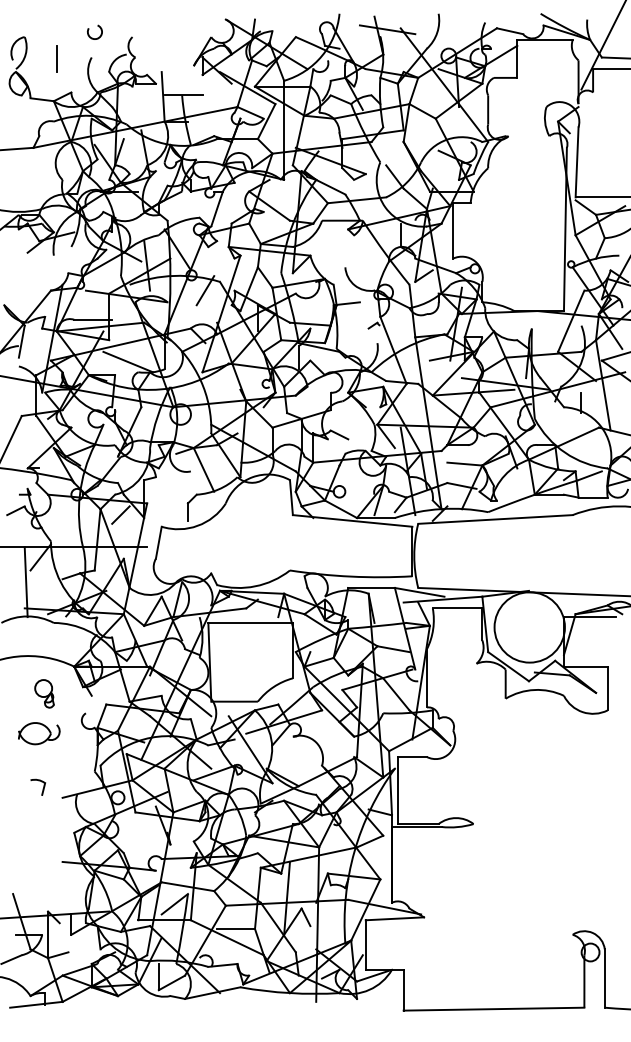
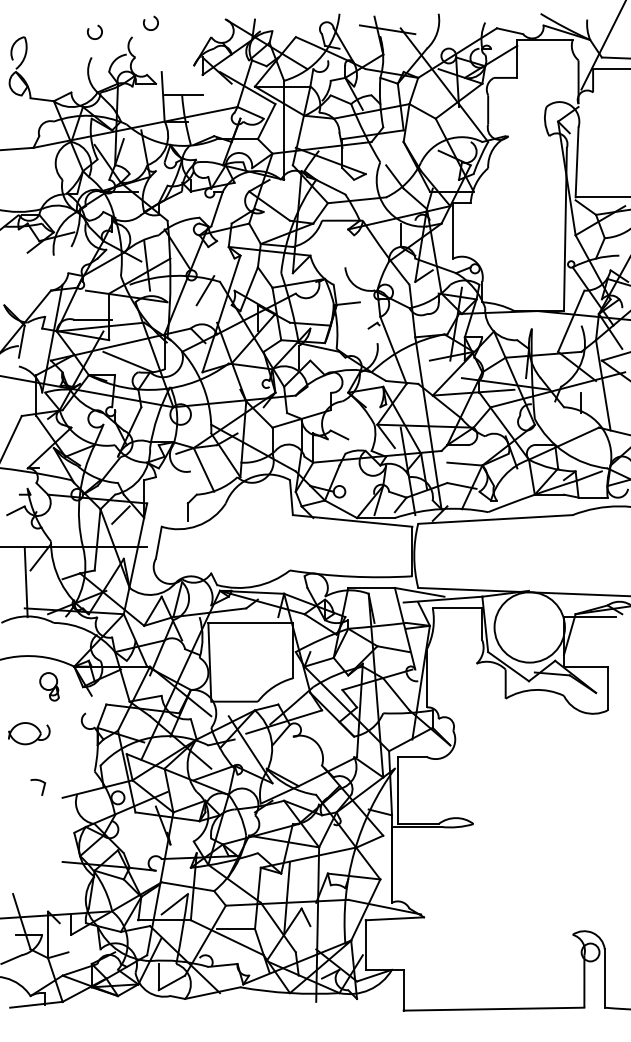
arc at (145, 20): none -> present
line at (56, 58): present -> none
part at (44, 693) position: (44, 693) -> (49, 686)
part at (39, 733) position: (39, 733) -> (29, 733)
